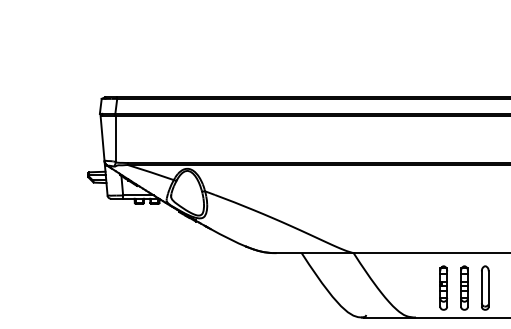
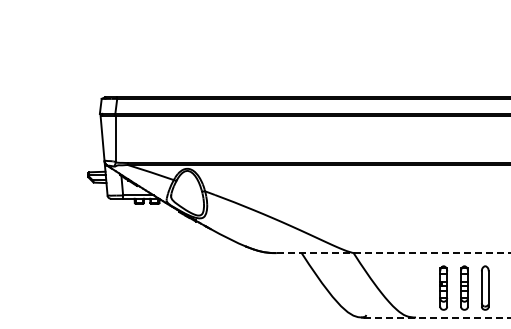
line at (393, 253): solid -> dashed
line at (437, 317): solid -> dashed
